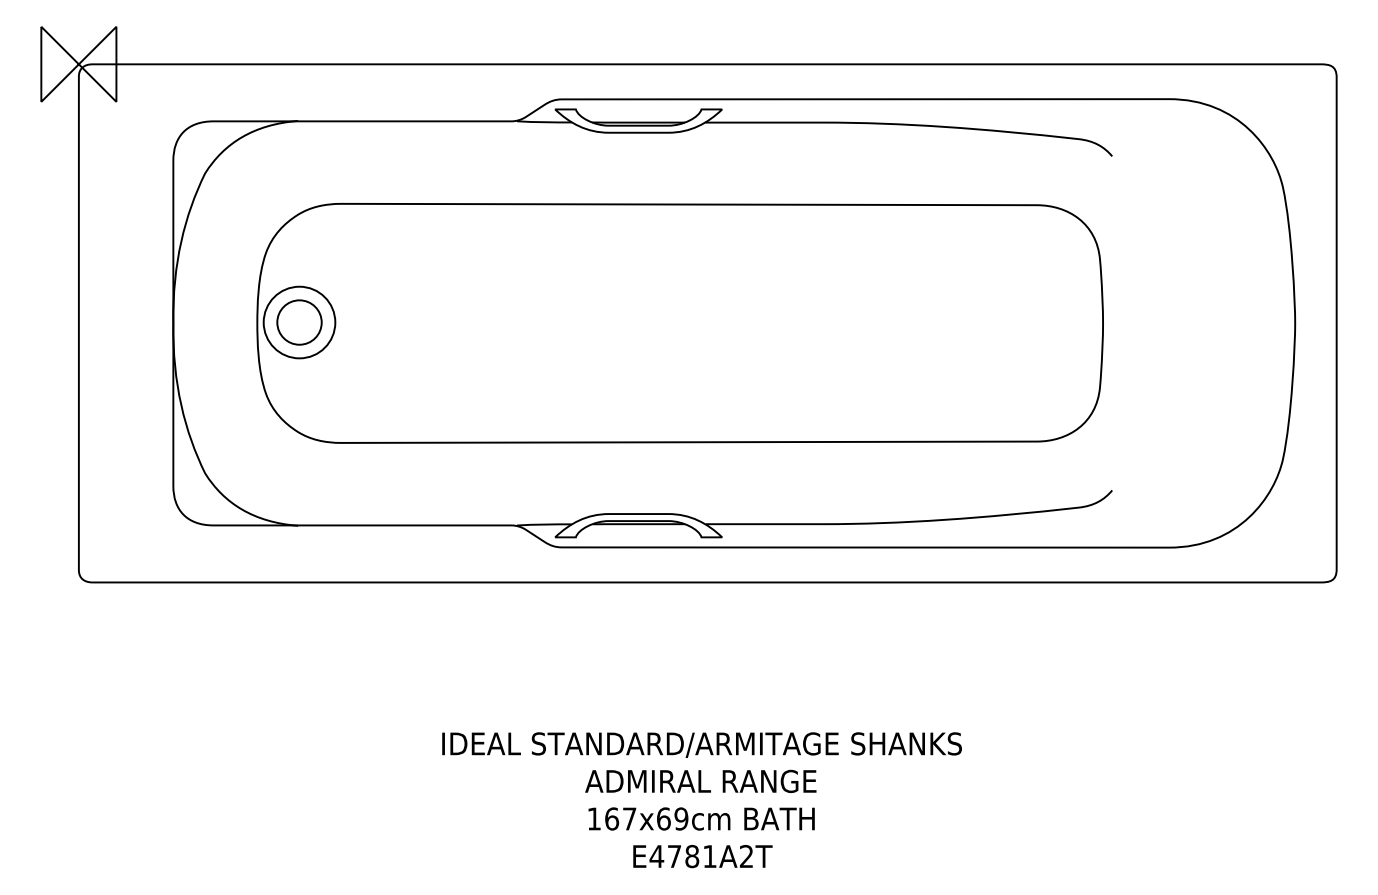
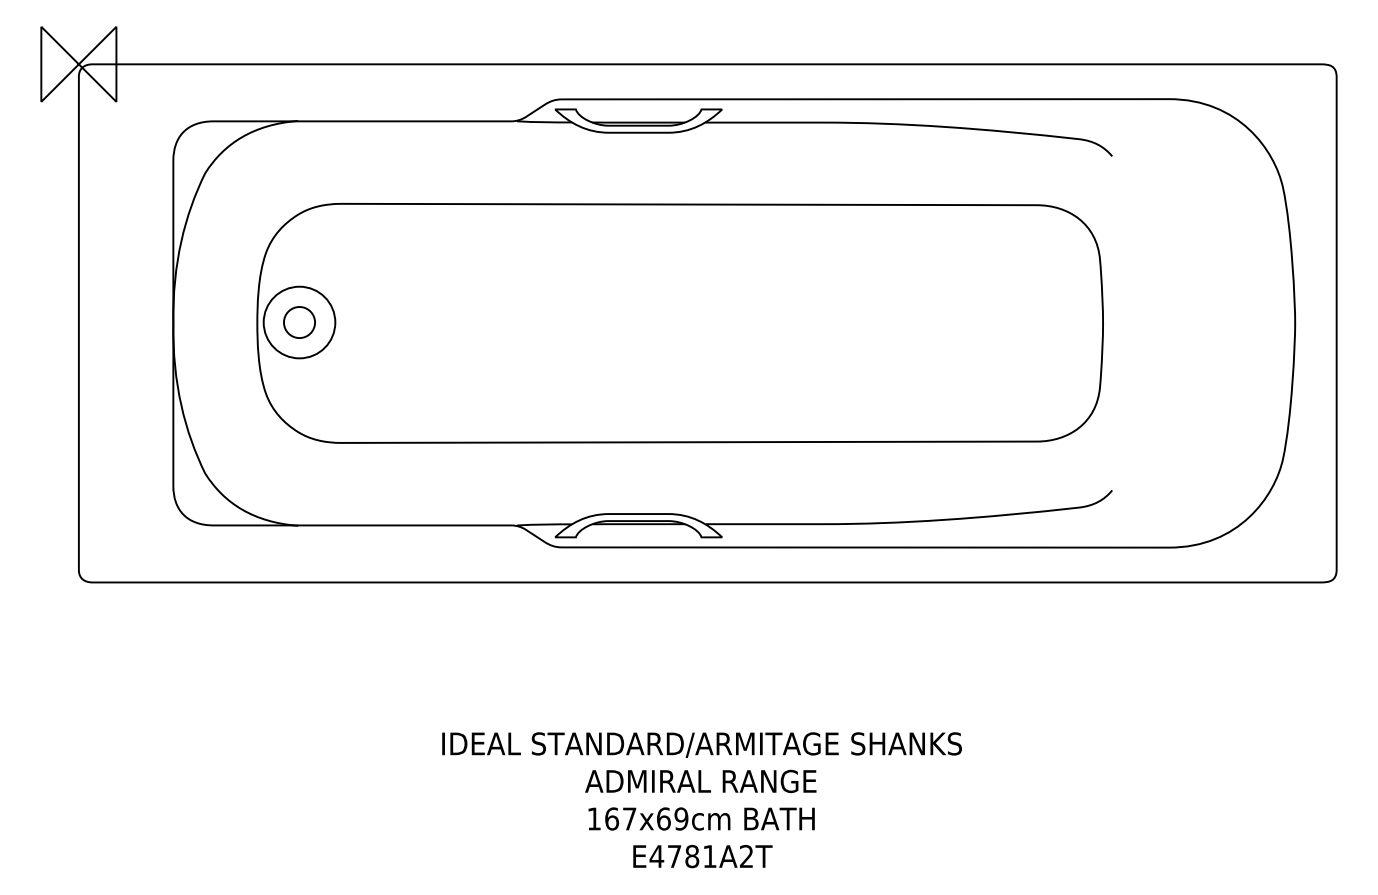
part at (299, 322) size: 47x47 px -> 33x33 px
